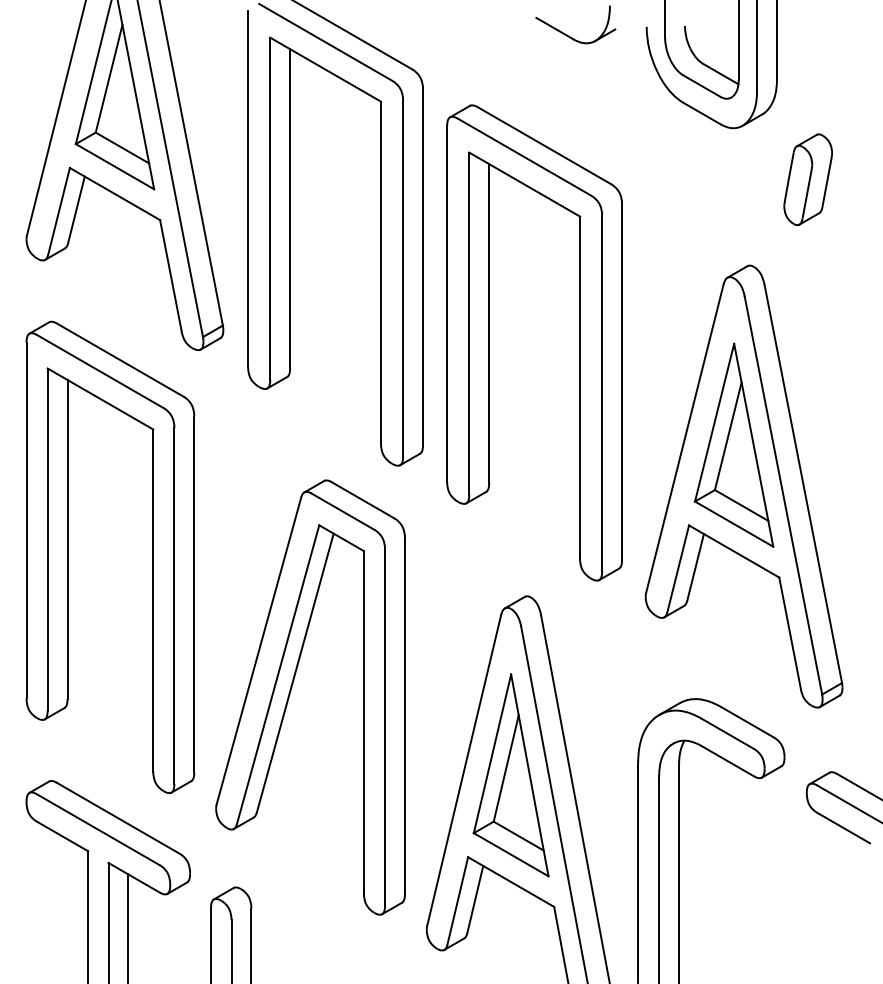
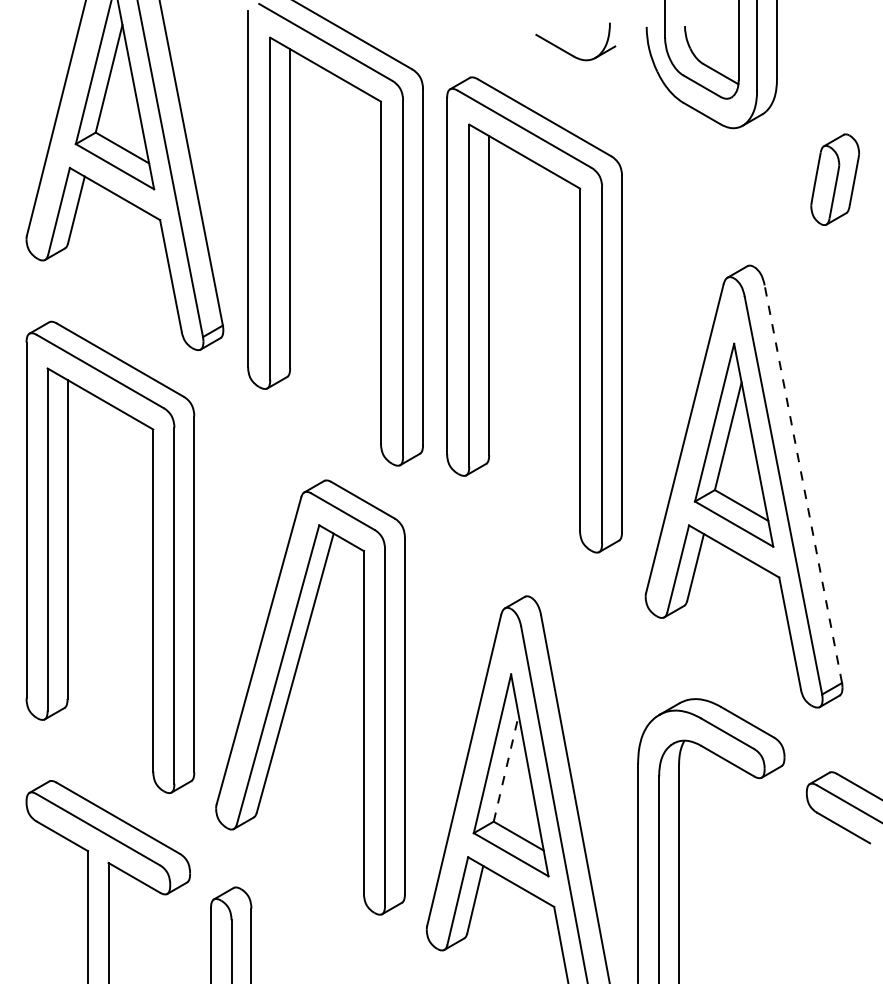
part at (567, 34) position: (567, 34) -> (567, 51)
part at (807, 179) position: (807, 179) -> (834, 179)
part at (489, 342) position: (489, 342) -> (489, 314)
line at (803, 484): solid -> dashed
line at (506, 768): solid -> dashed
line at (128, 927): present -> none
